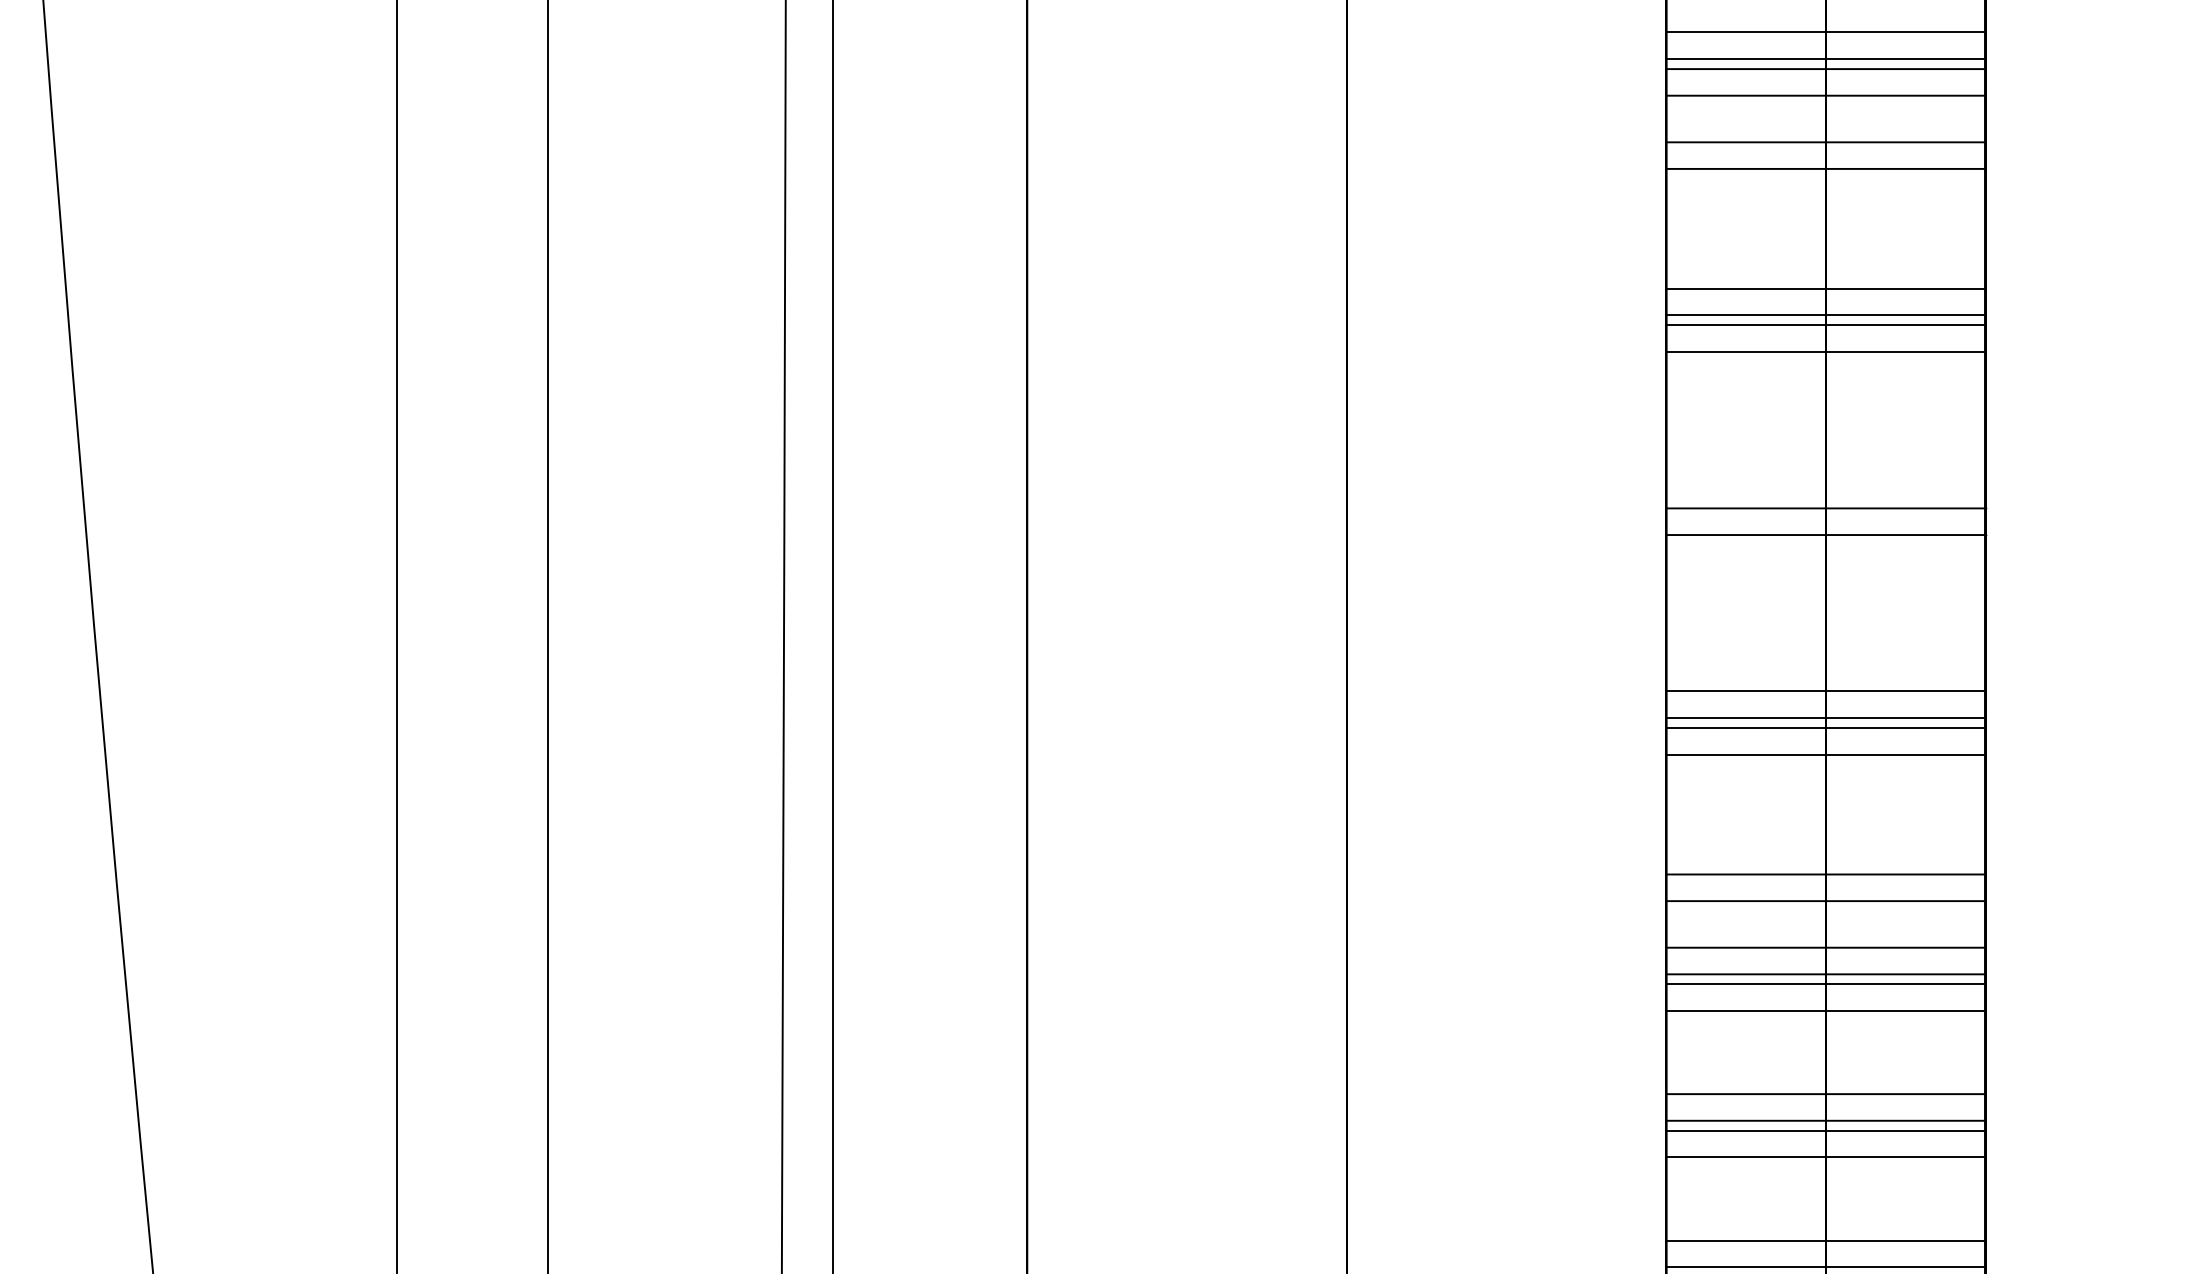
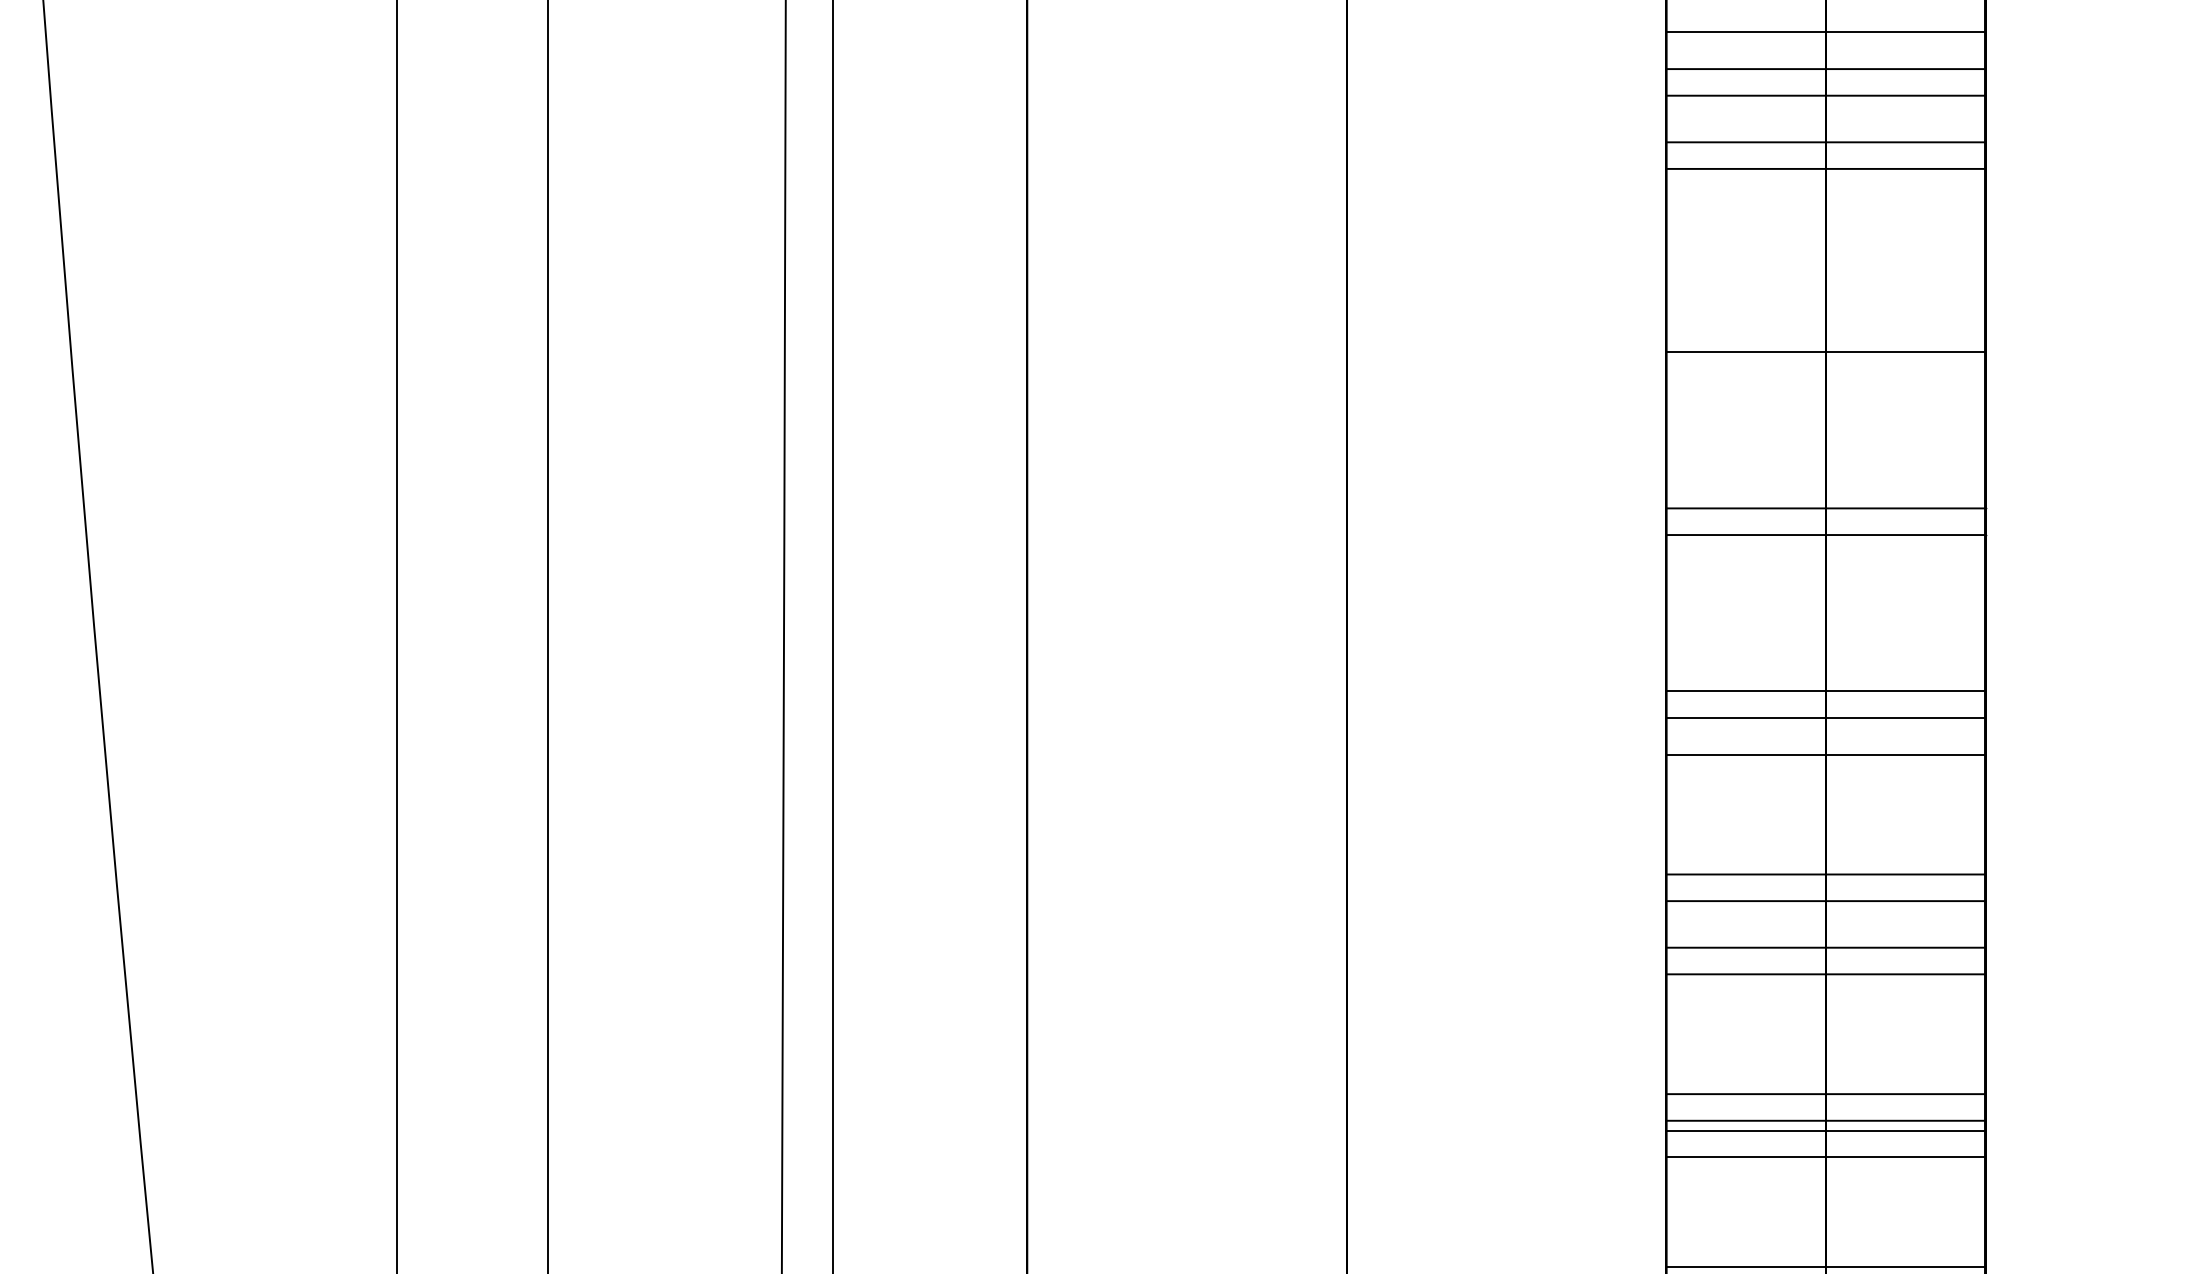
line at (1825, 59): present -> none
line at (1825, 288): present -> none
line at (1825, 315): present -> none
line at (1825, 325): present -> none
line at (1825, 728): present -> none
line at (1825, 984): present -> none
line at (1825, 1010): present -> none
line at (1825, 1240): present -> none
